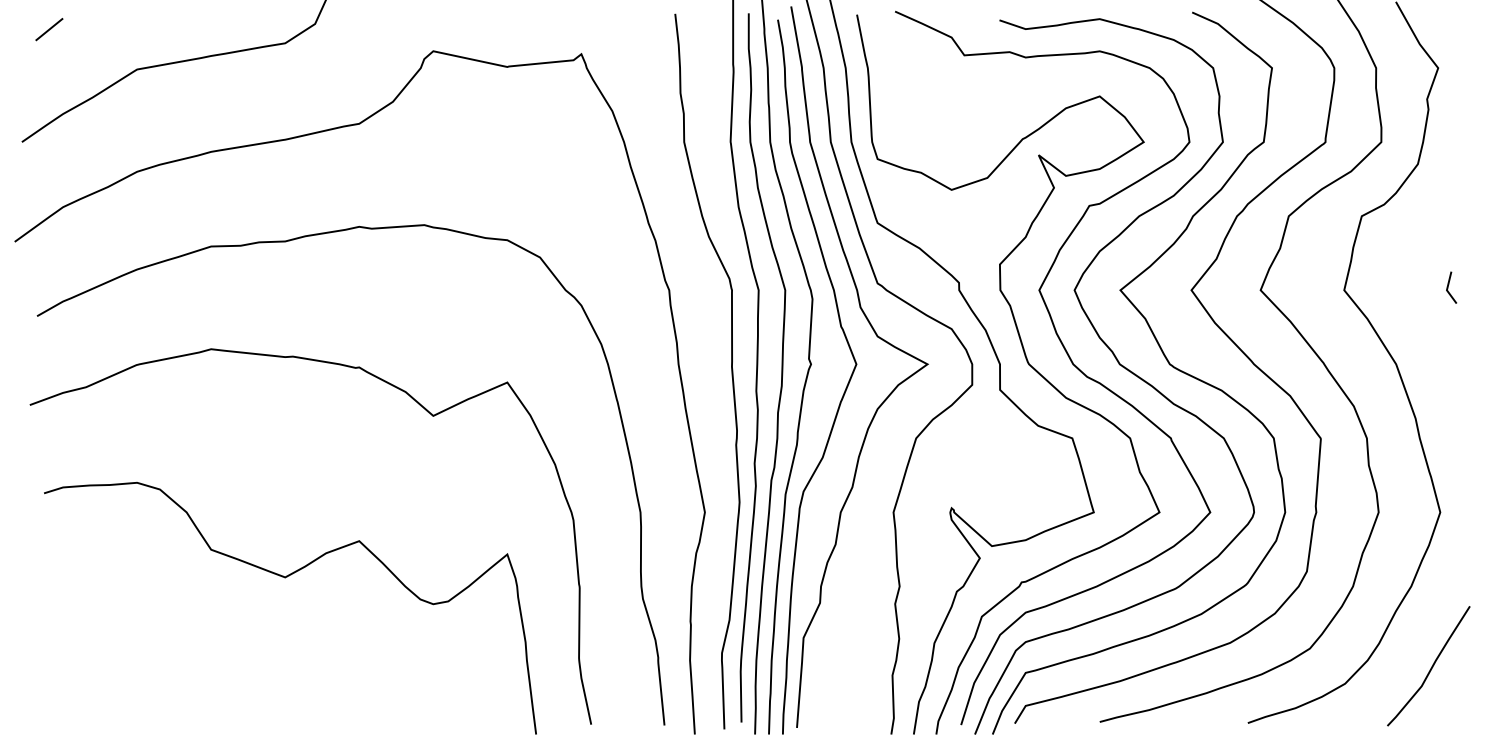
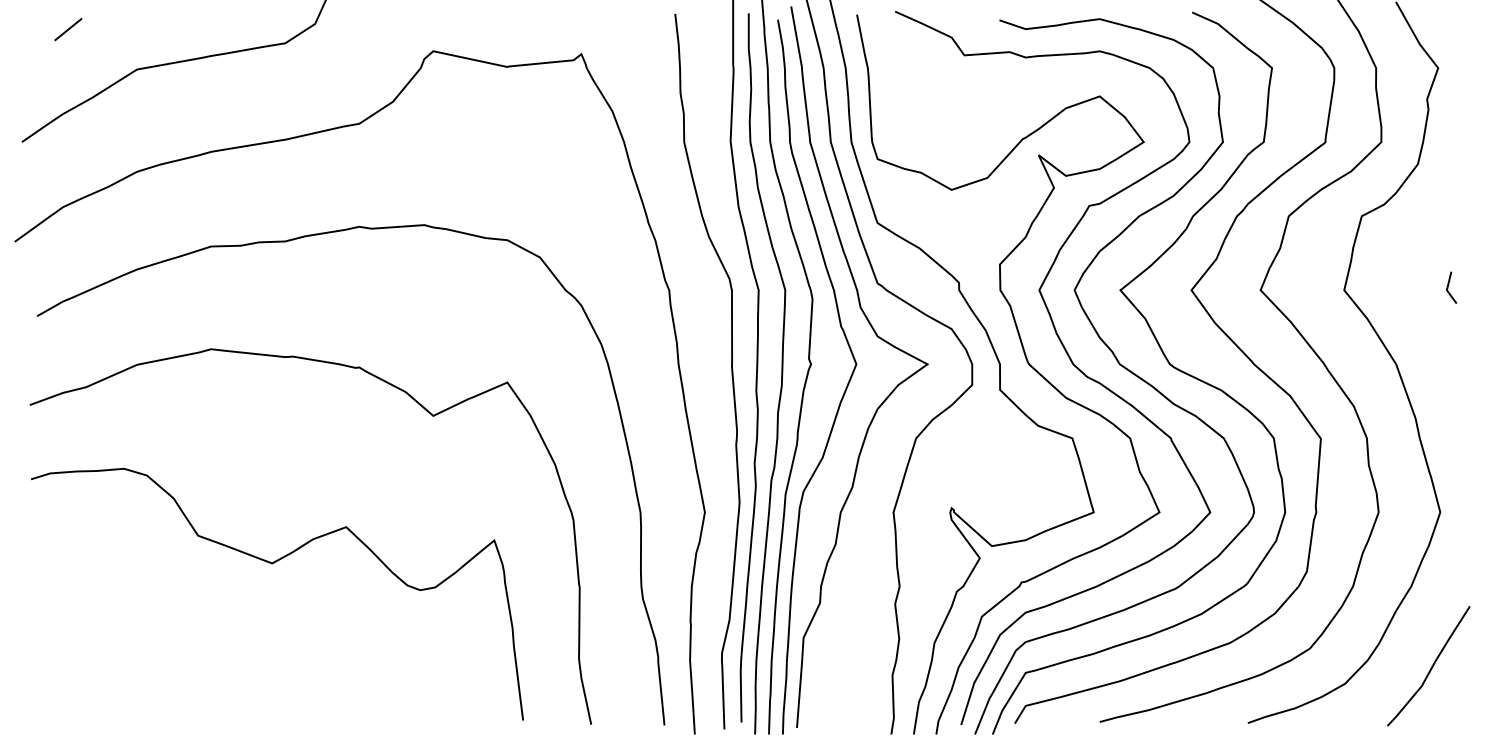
line at (49, 29) position: (49, 29) -> (68, 29)
curve at (285, 578) position: (285, 578) -> (272, 564)
